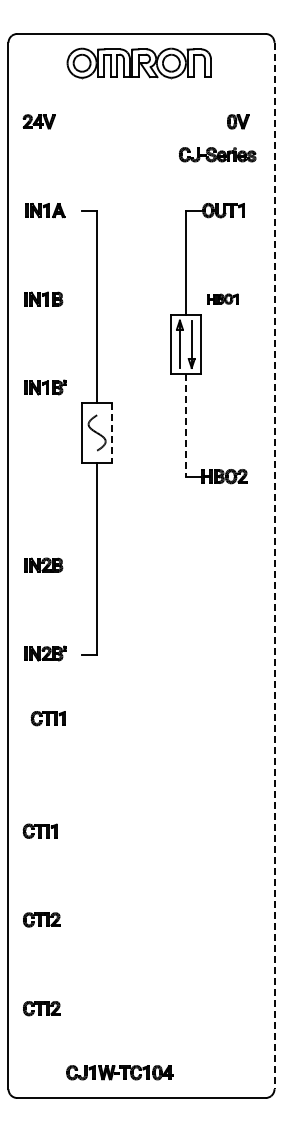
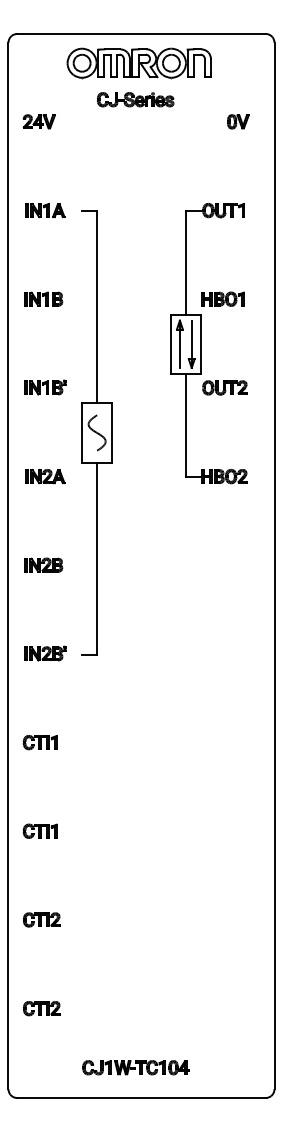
part at (217, 154) position: (217, 154) -> (135, 99)
part at (222, 298) size: 32x12 px -> 44x16 px
part at (224, 387): none -> present
line at (185, 425): dashed -> solid
line at (111, 432): dashed -> solid
part at (45, 476): none -> present
line at (274, 566): dashed -> solid
part at (47, 718) position: (47, 718) -> (39, 742)
part at (119, 1072) position: (119, 1072) -> (135, 1067)
